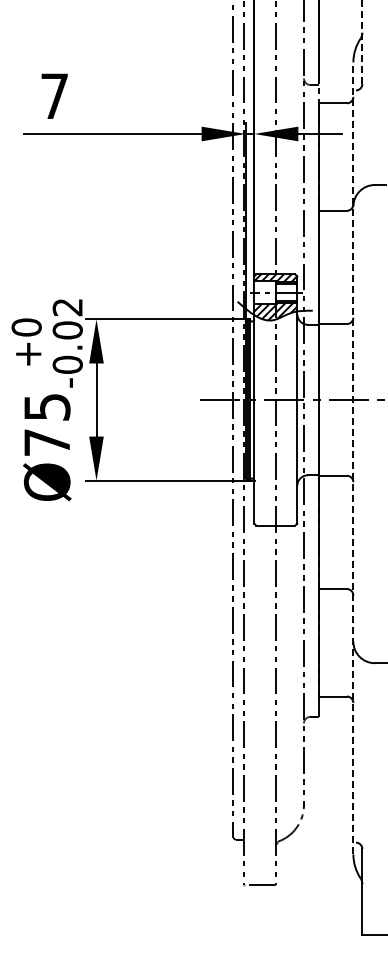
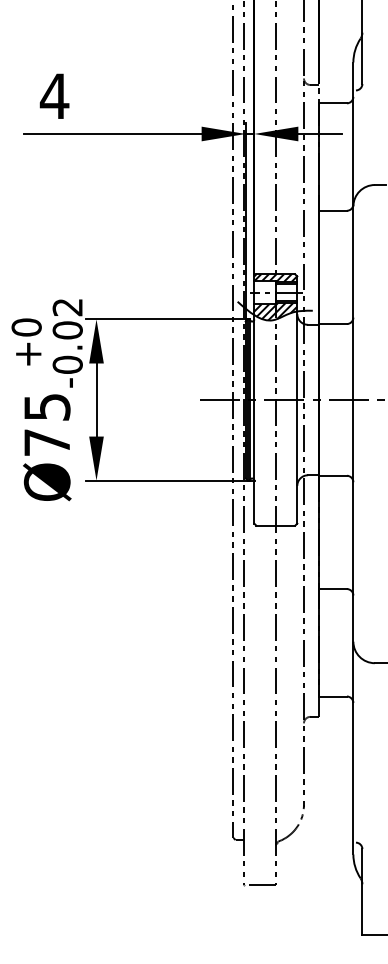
line at (362, 42): dashed -> solid
text at (54, 95): 7 -> 4
line at (353, 458): dashed -> solid
